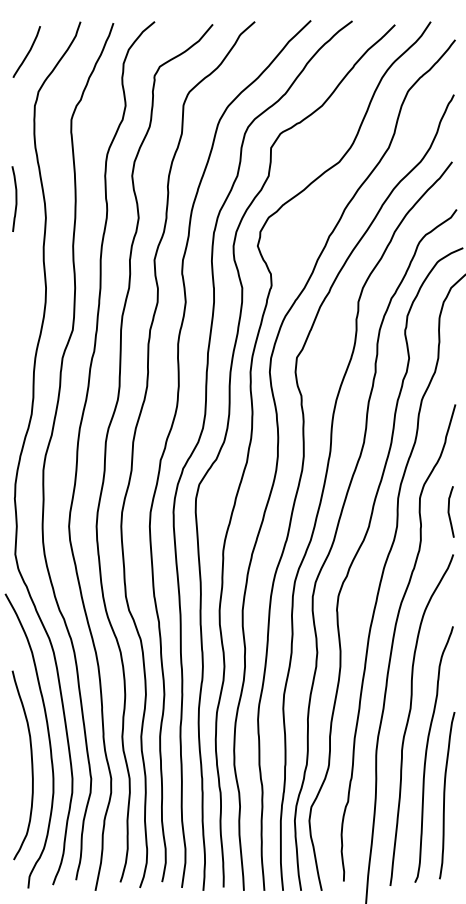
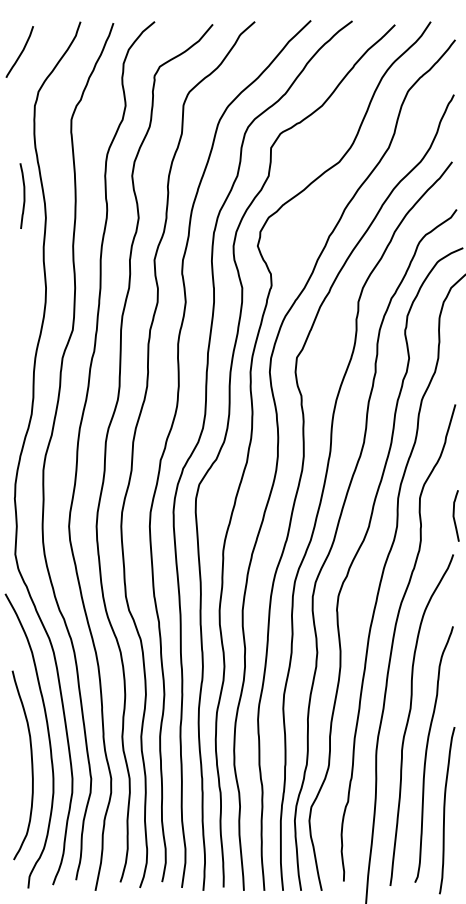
curve at (27, 52) position: (27, 52) -> (20, 52)
curve at (15, 198) position: (15, 198) -> (23, 195)
curve at (449, 511) position: (449, 511) -> (454, 515)
curve at (445, 795) position: (445, 795) -> (445, 810)
